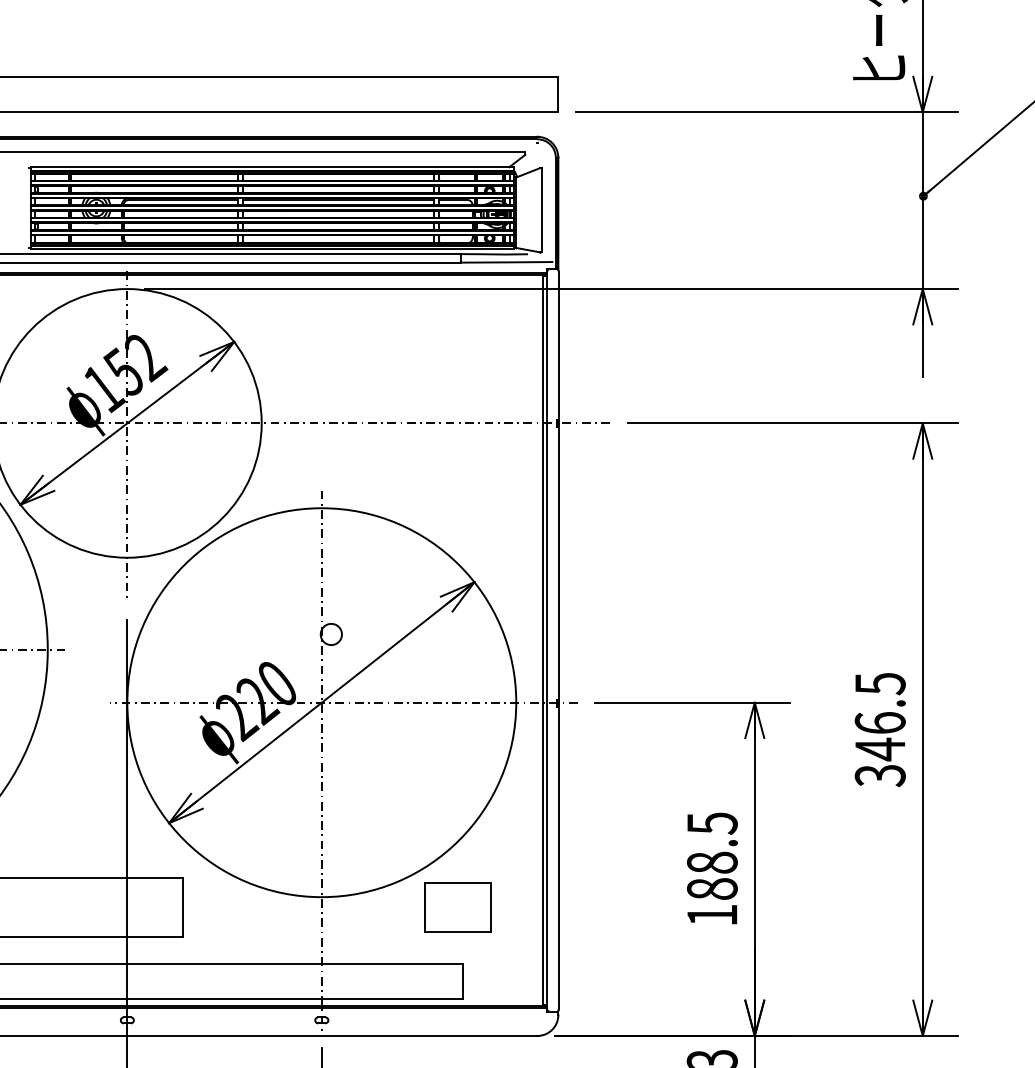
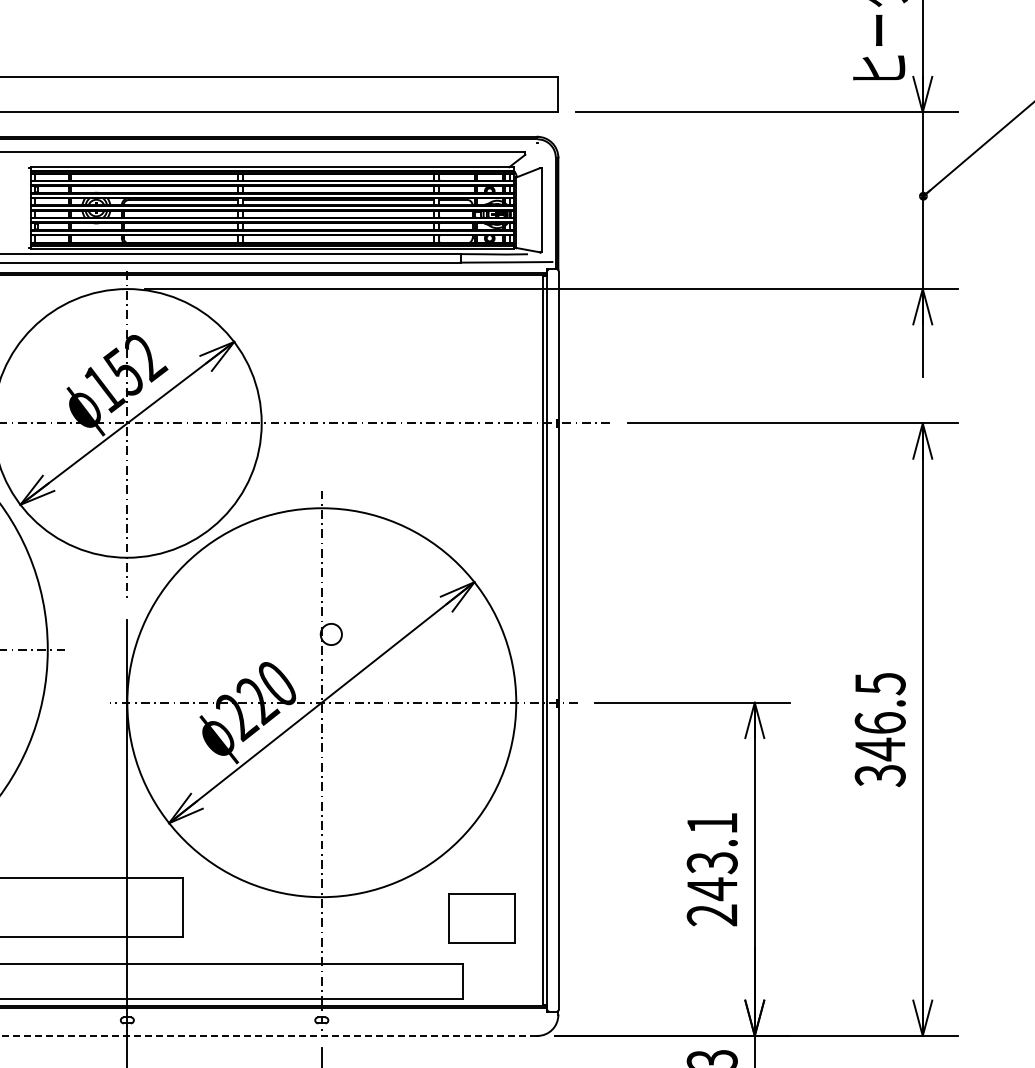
text at (711, 869): 188.5 -> 243.1
part at (457, 907) position: (457, 907) -> (481, 918)
line at (268, 1035): solid -> dashed
